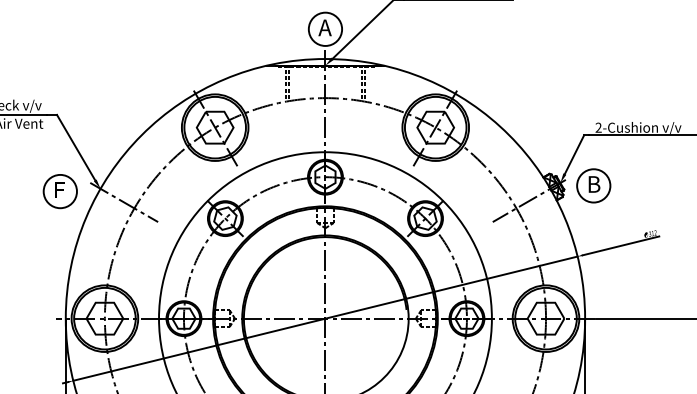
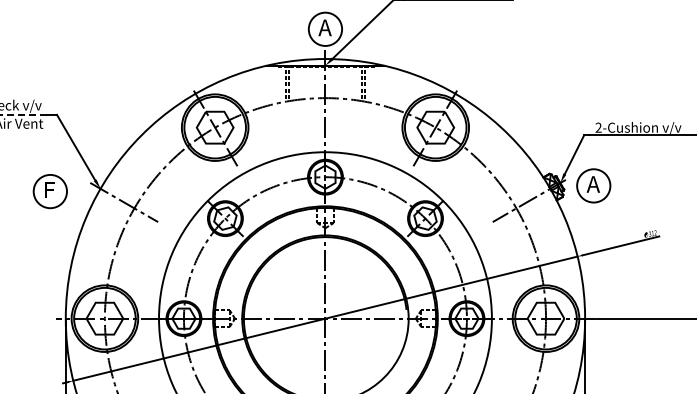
line at (23, 114): solid -> dashed
text at (593, 184): B -> A
part at (59, 191) position: (59, 191) -> (49, 191)
